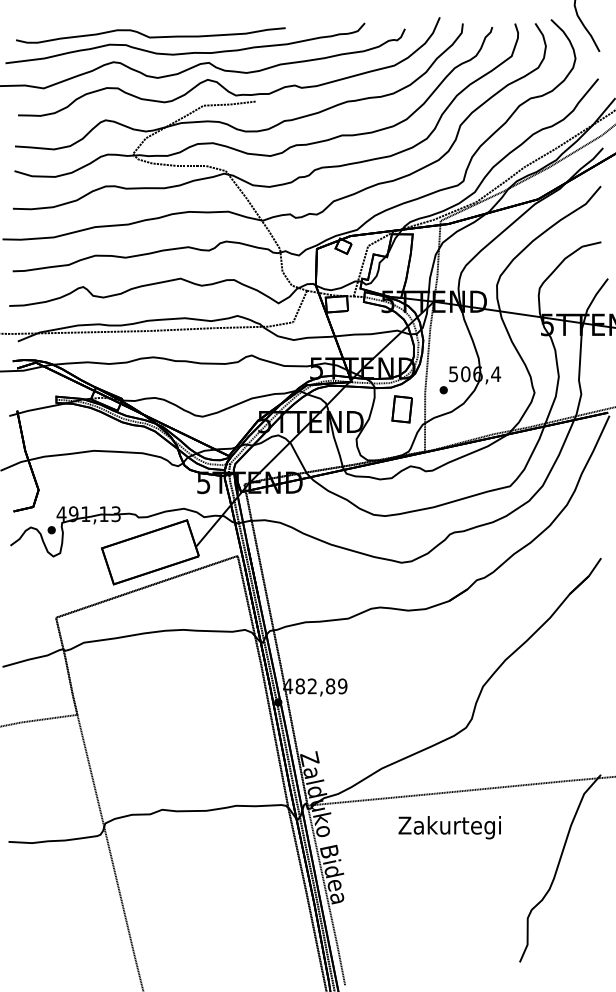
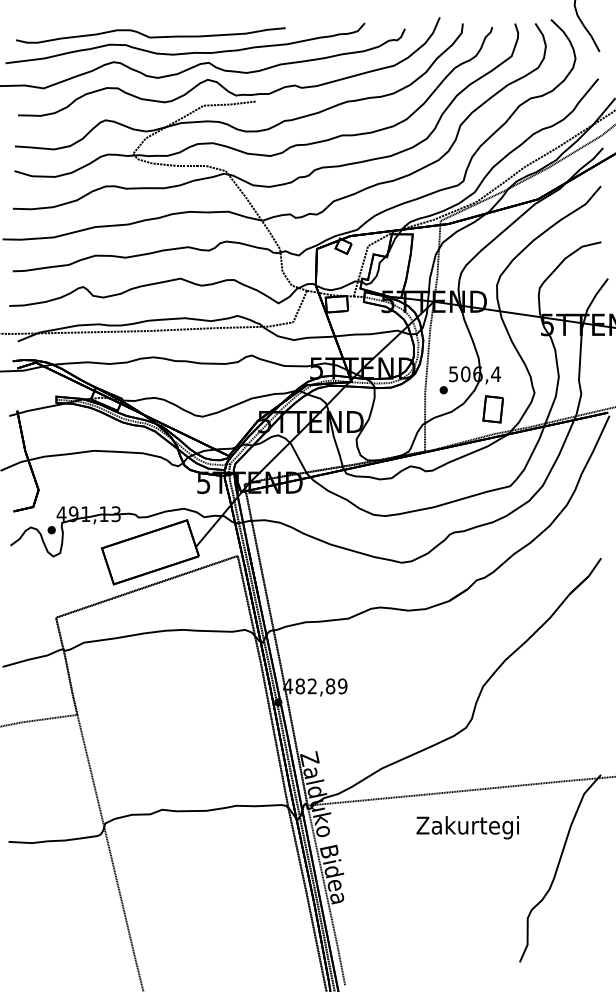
part at (401, 409) position: (401, 409) -> (492, 409)
text at (449, 827) position: (449, 827) -> (467, 827)
